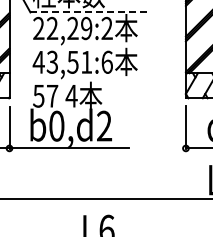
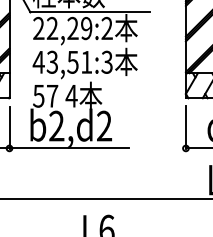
line at (90, 12): dashed -> solid
text at (106, 61): 43,51:6 -> 43,51:3
text at (56, 125): b0,d2 -> b2,d2
